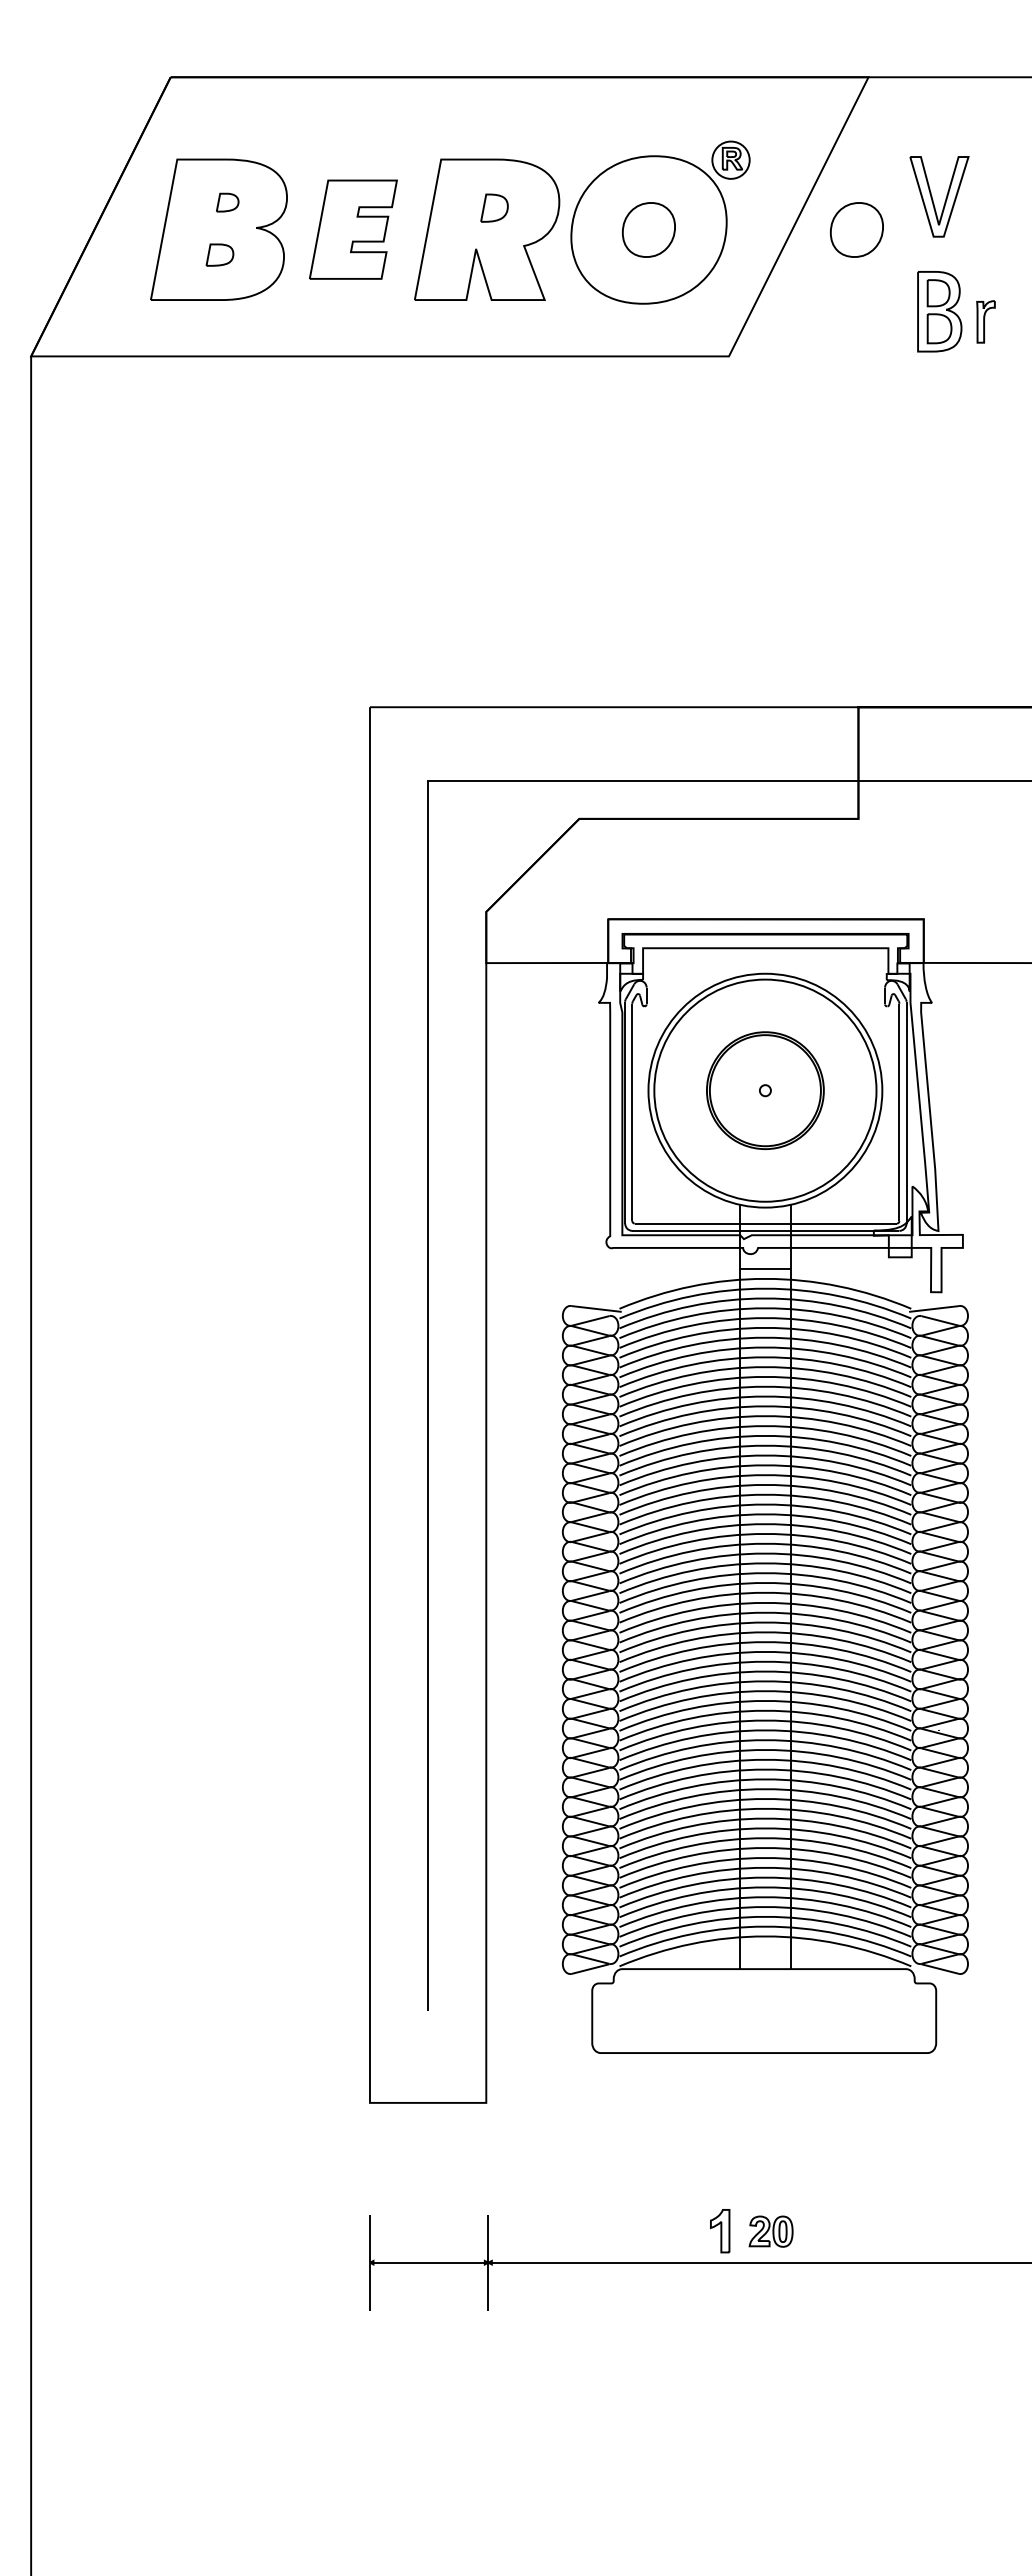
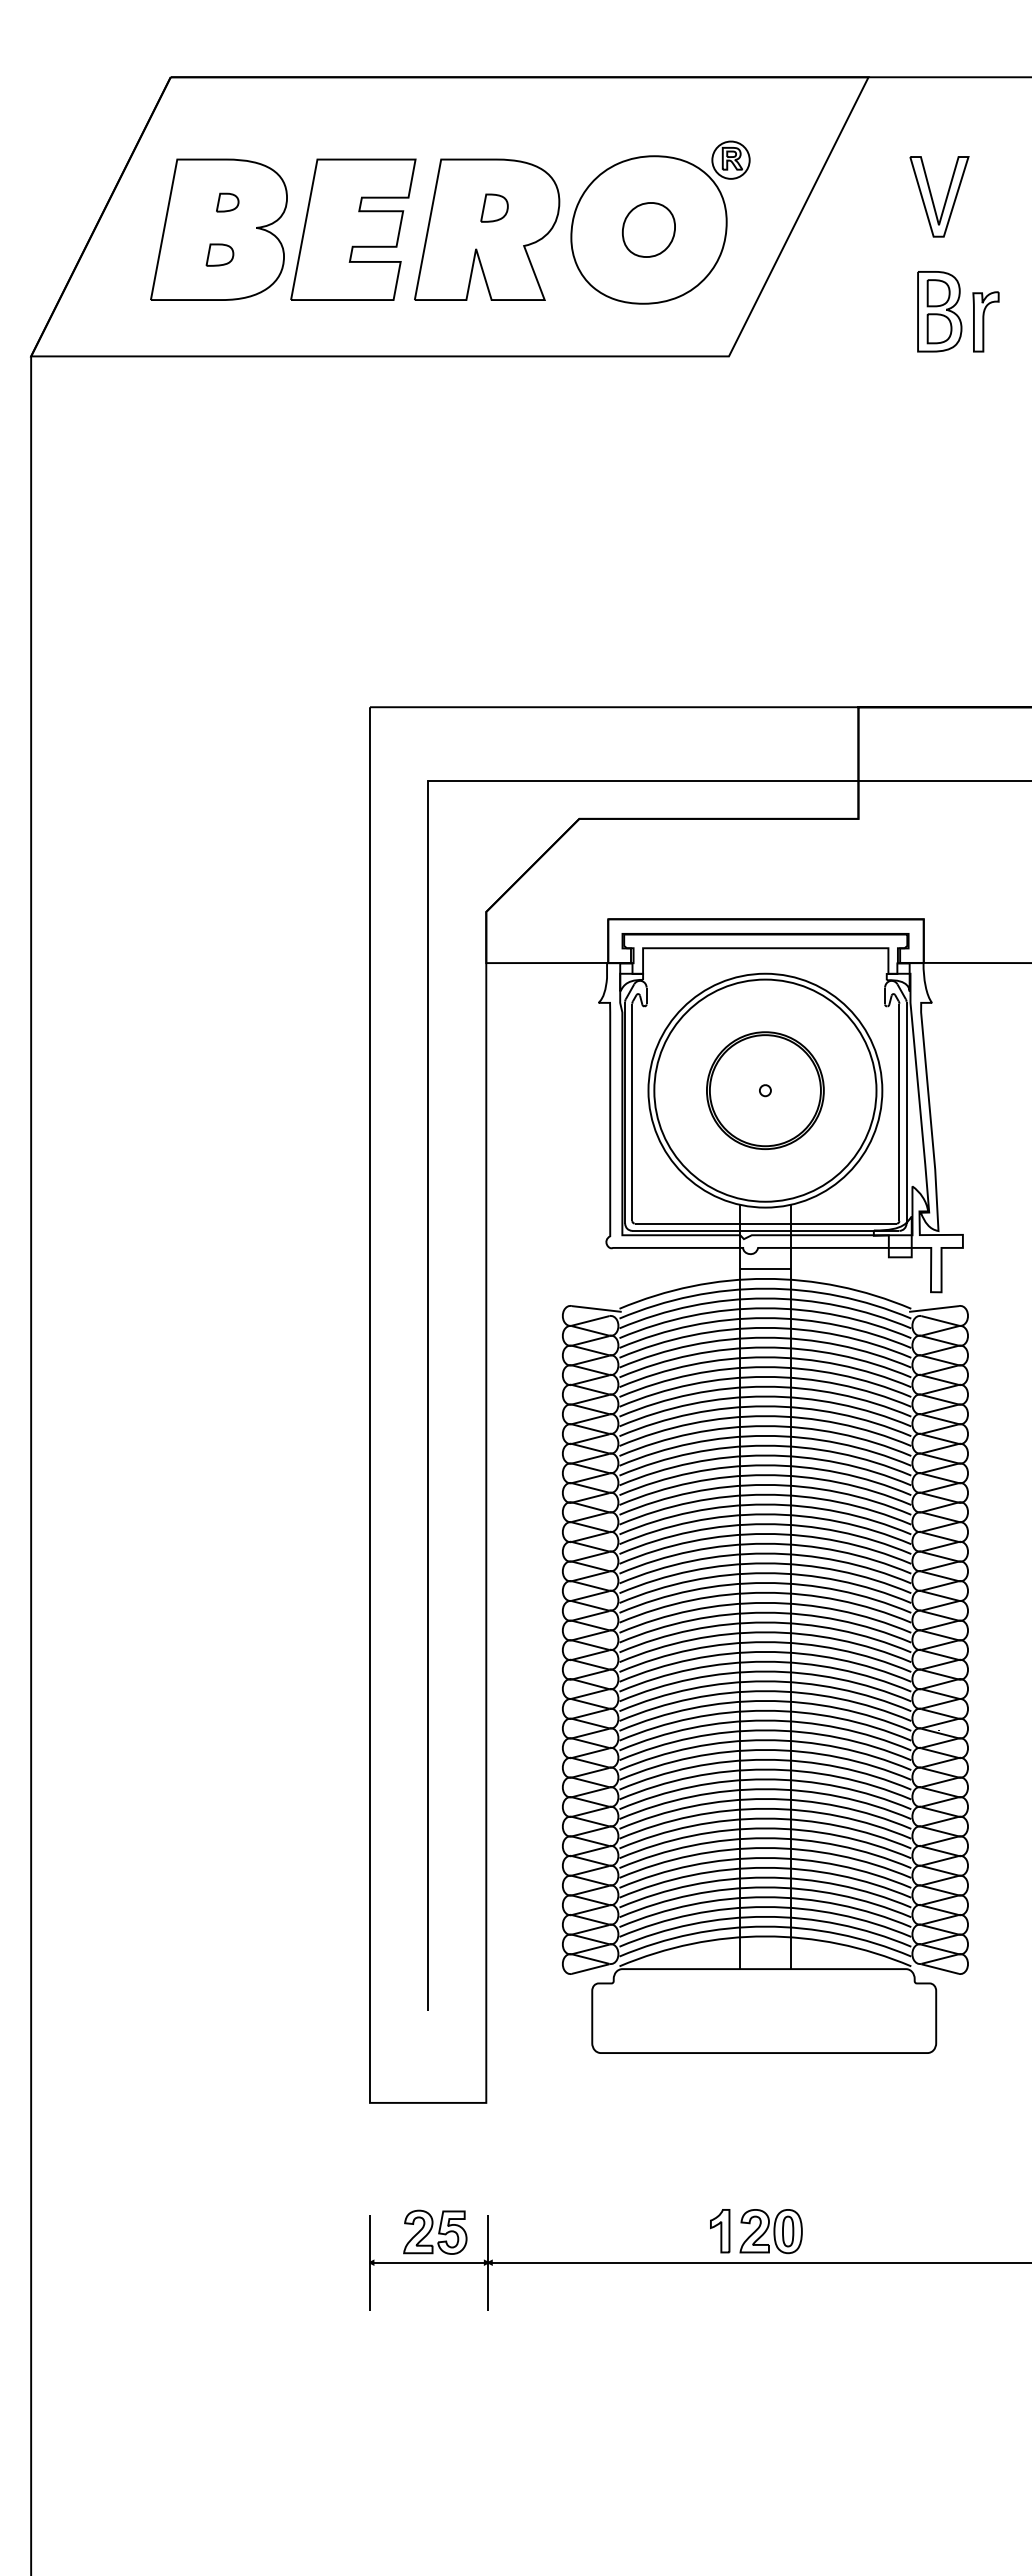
part at (353, 229) size: 89x101 px -> 127x143 px
part at (856, 229): present -> none
part at (985, 321) size: 20x44 px -> 28x62 px
part at (435, 2231): none -> present
part at (770, 2231) size: 46x33 px -> 64x46 px
